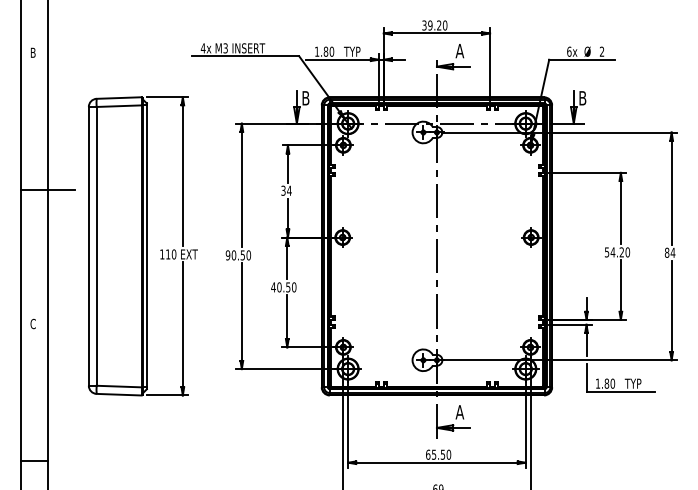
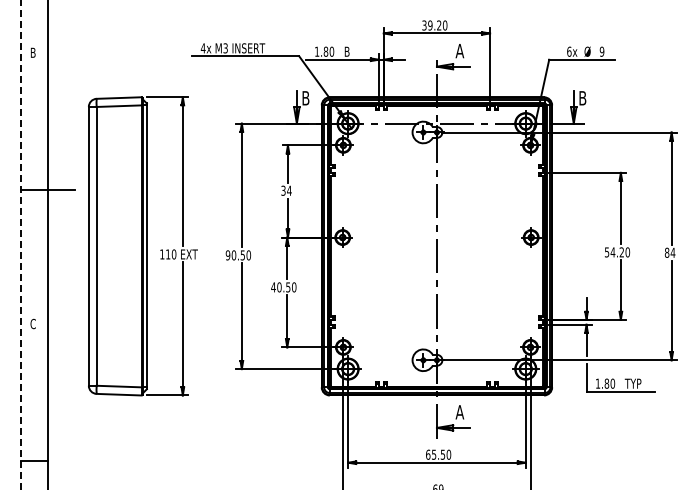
text at (352, 51): TYP -> B
text at (601, 51): 2 -> 9
line at (20, 245): solid -> dashed
